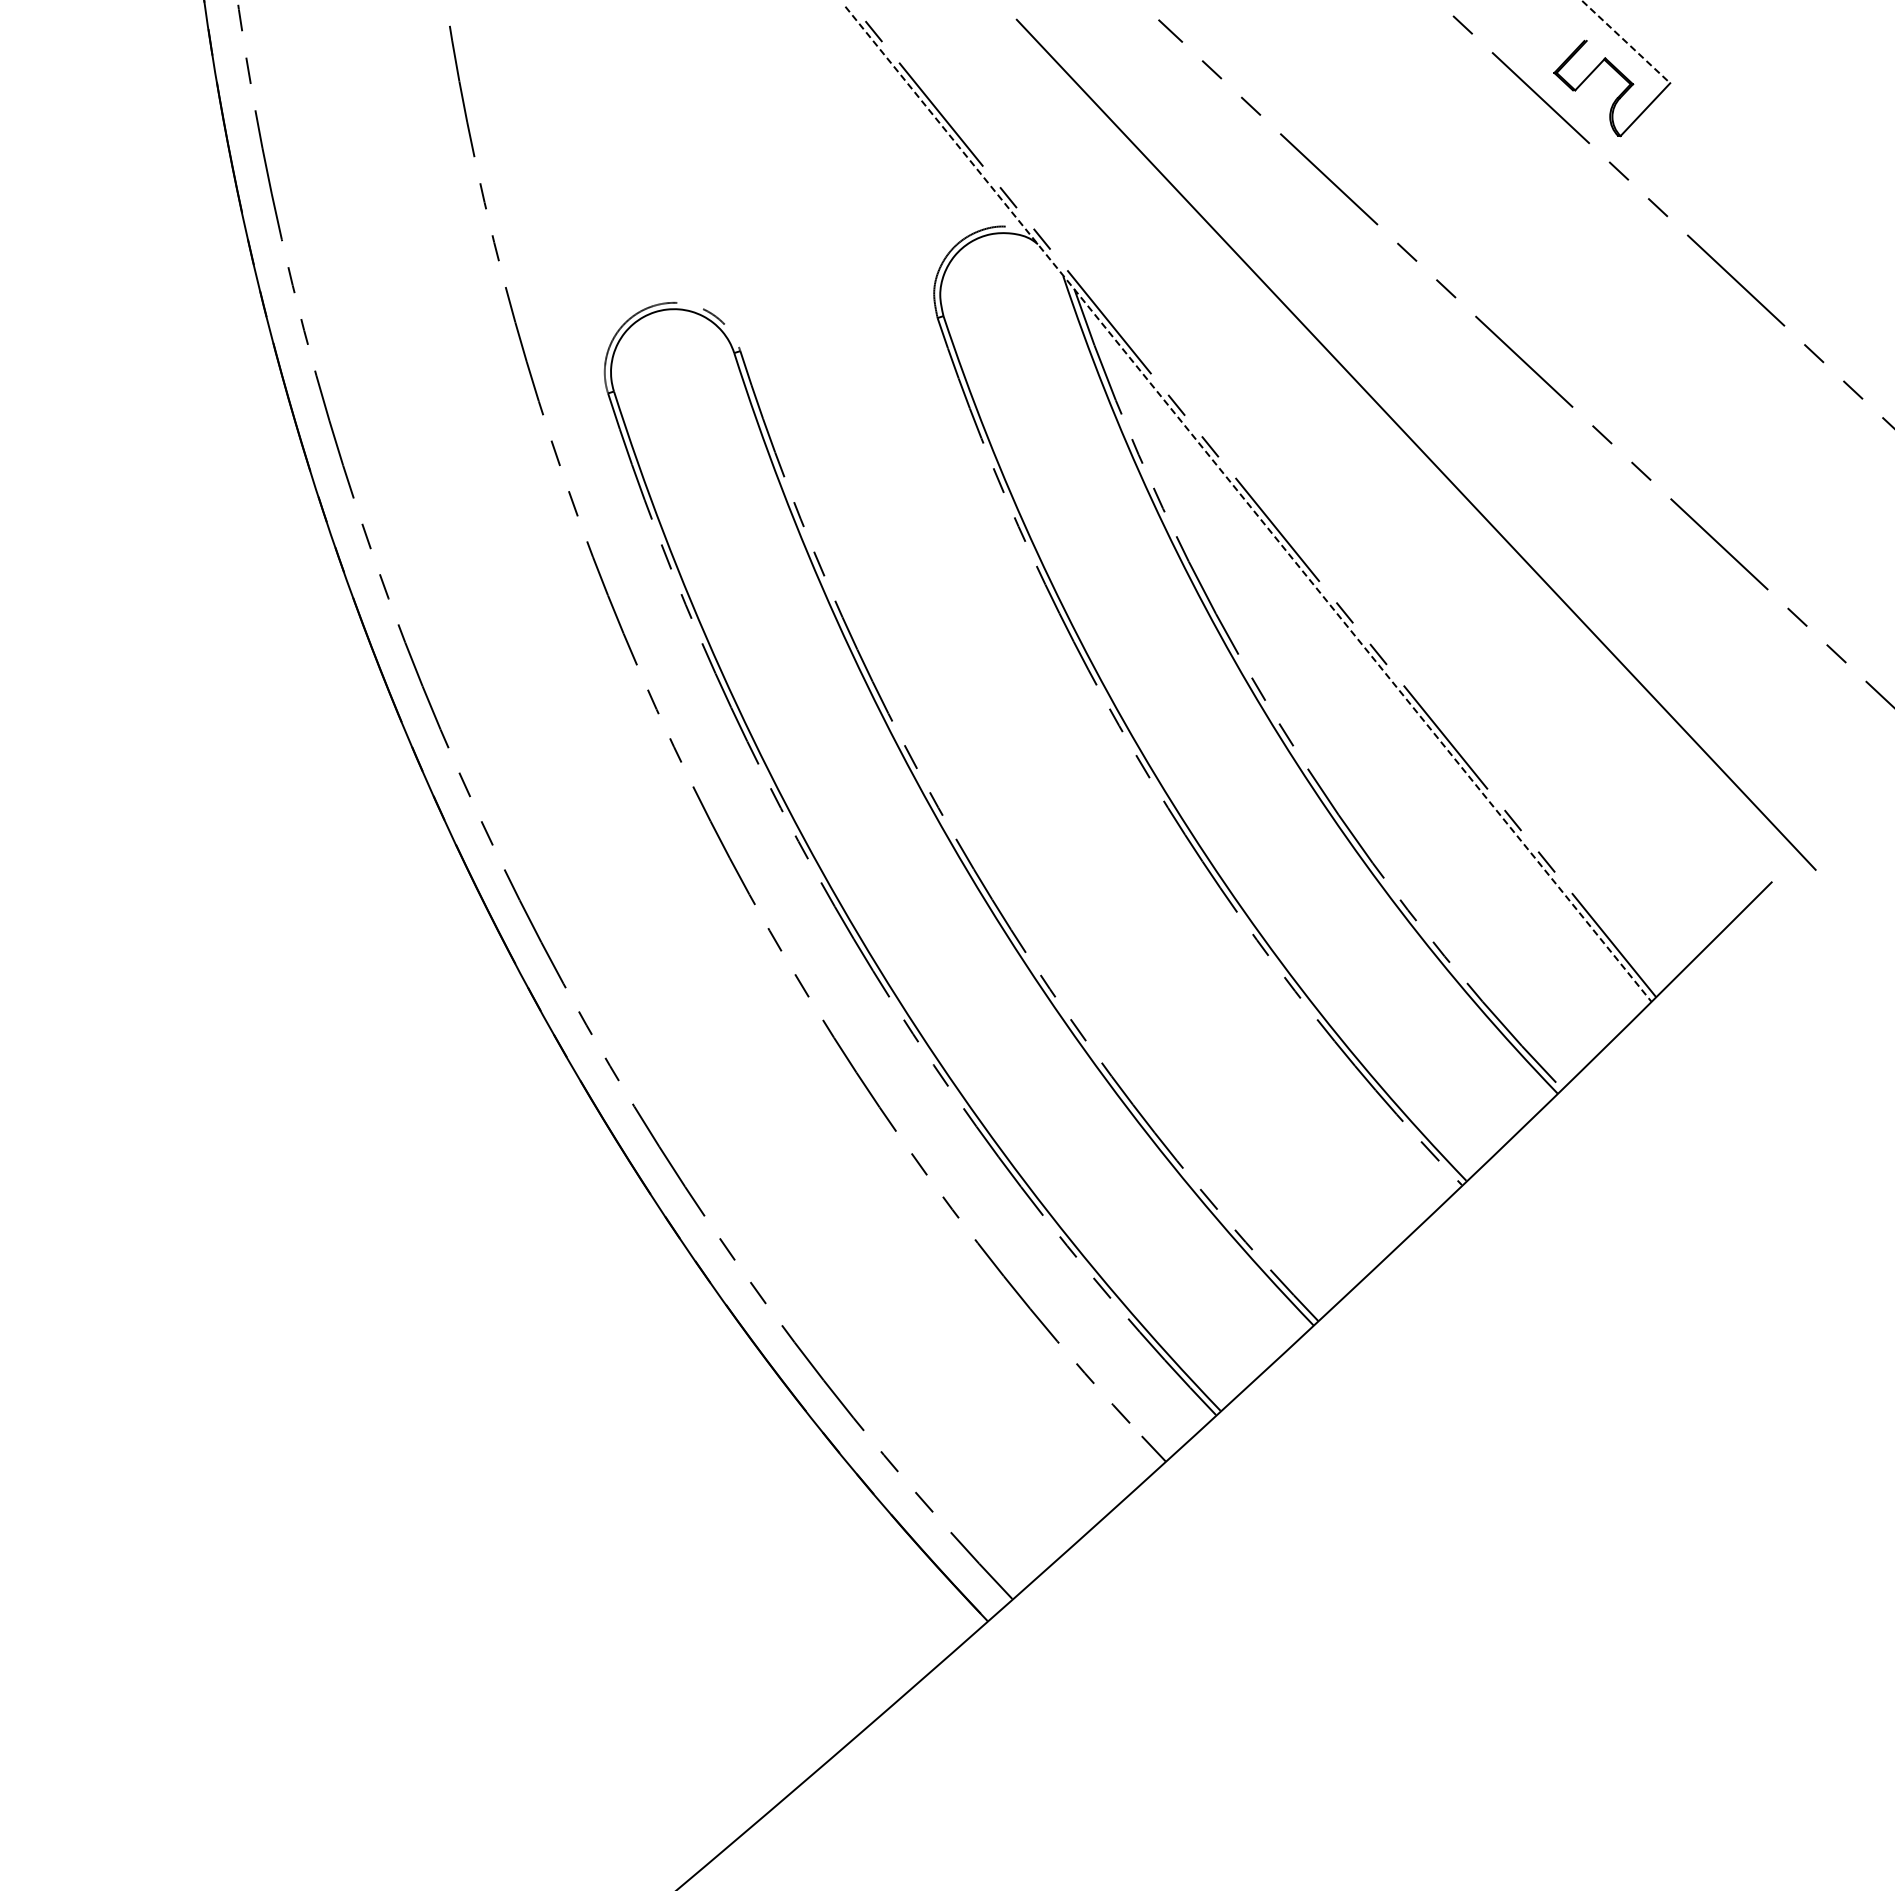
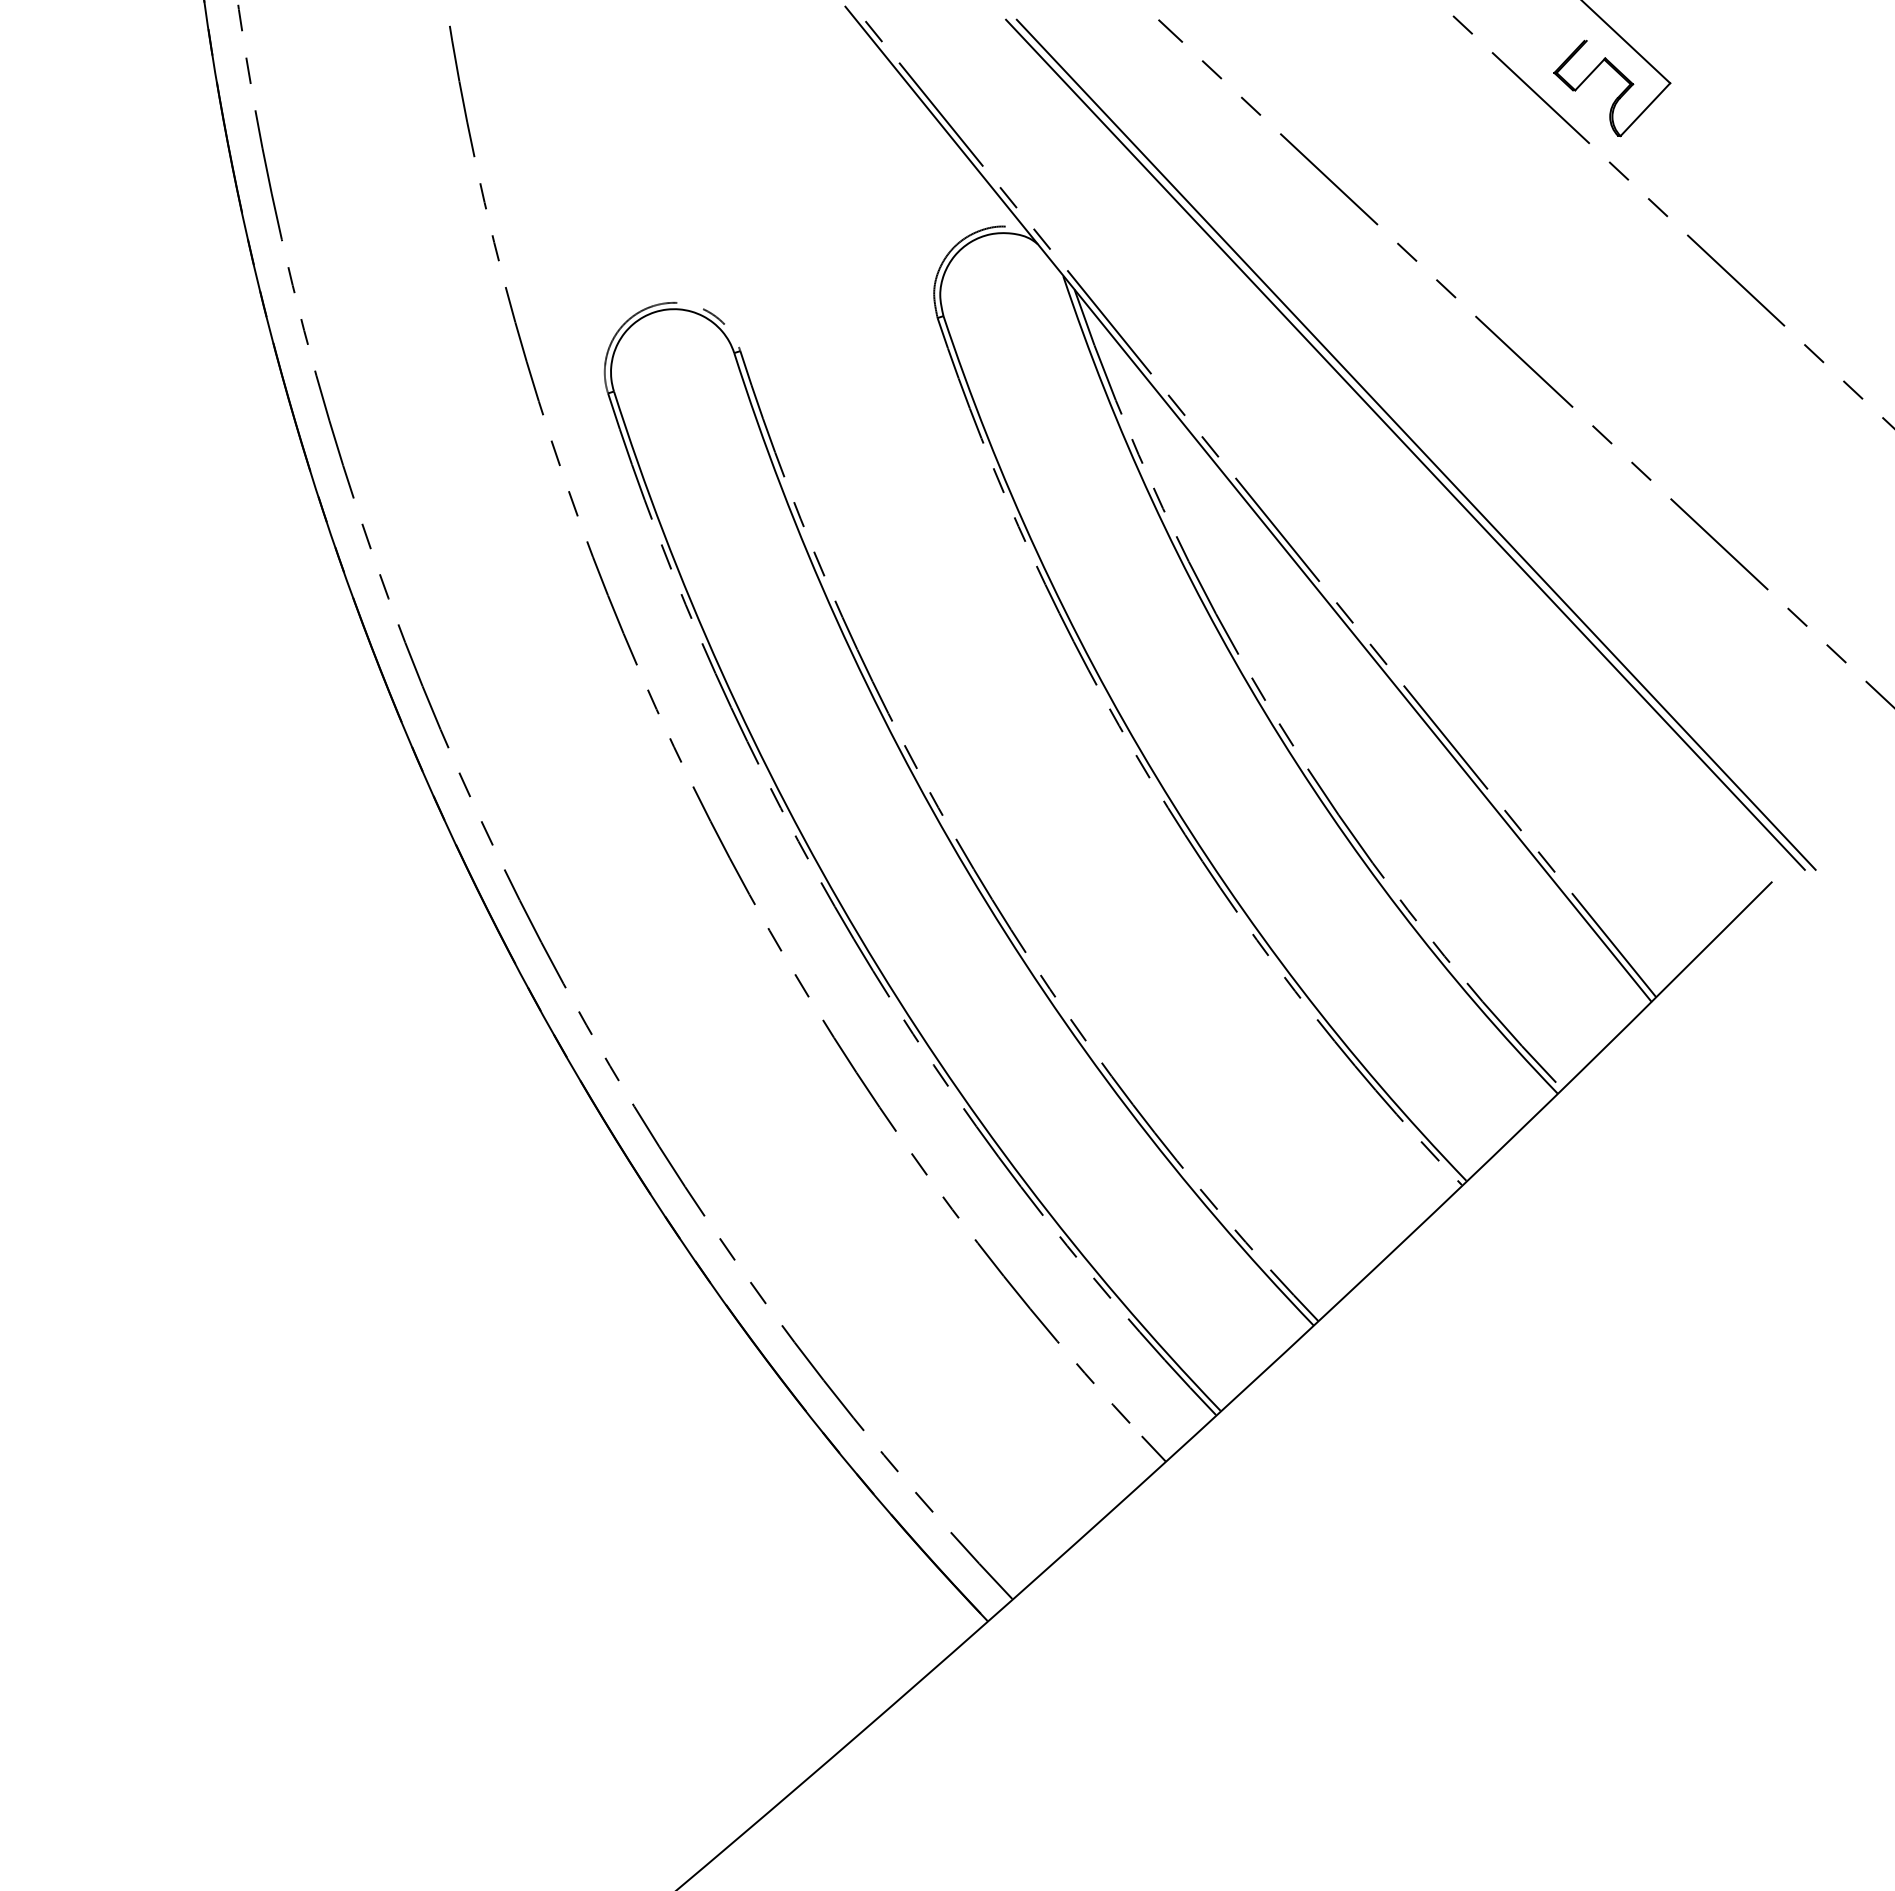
line at (1625, 41): dashed -> solid
line at (1405, 444): none -> present
line at (1248, 504): dashed -> solid
